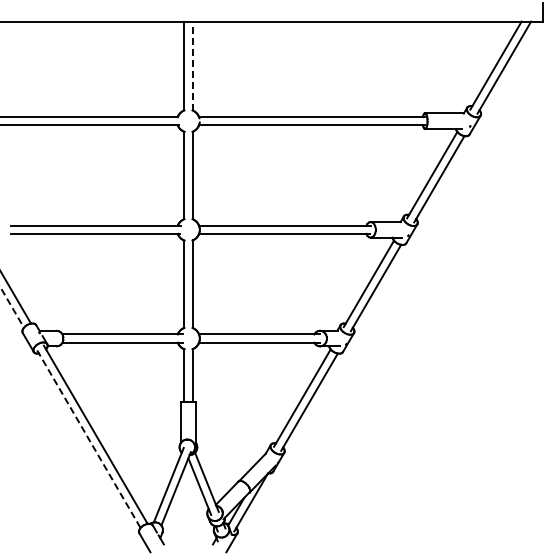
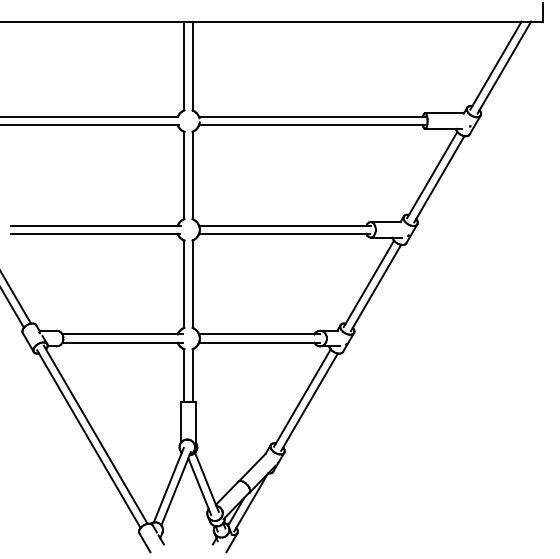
line at (192, 65): dashed -> solid
line at (12, 307): dashed -> solid
line at (88, 439): dashed -> solid
